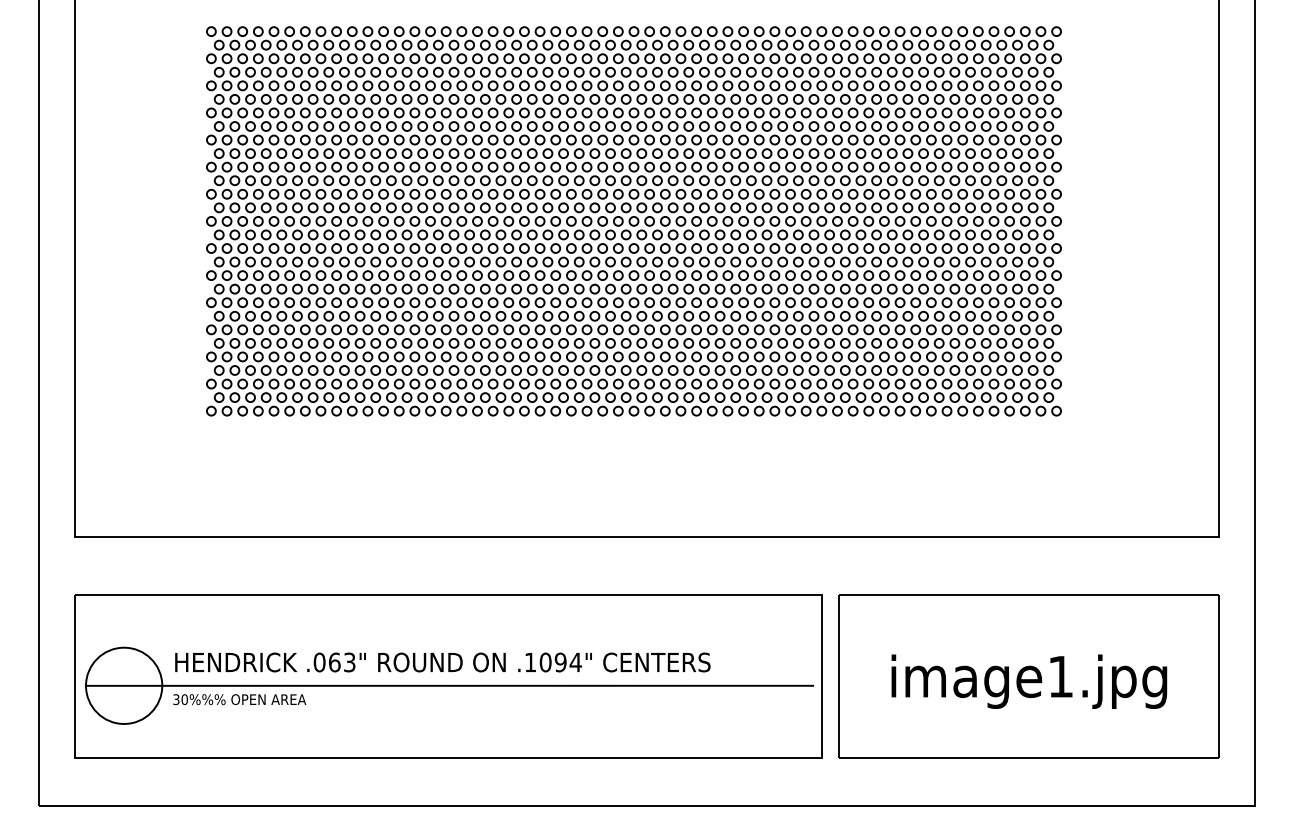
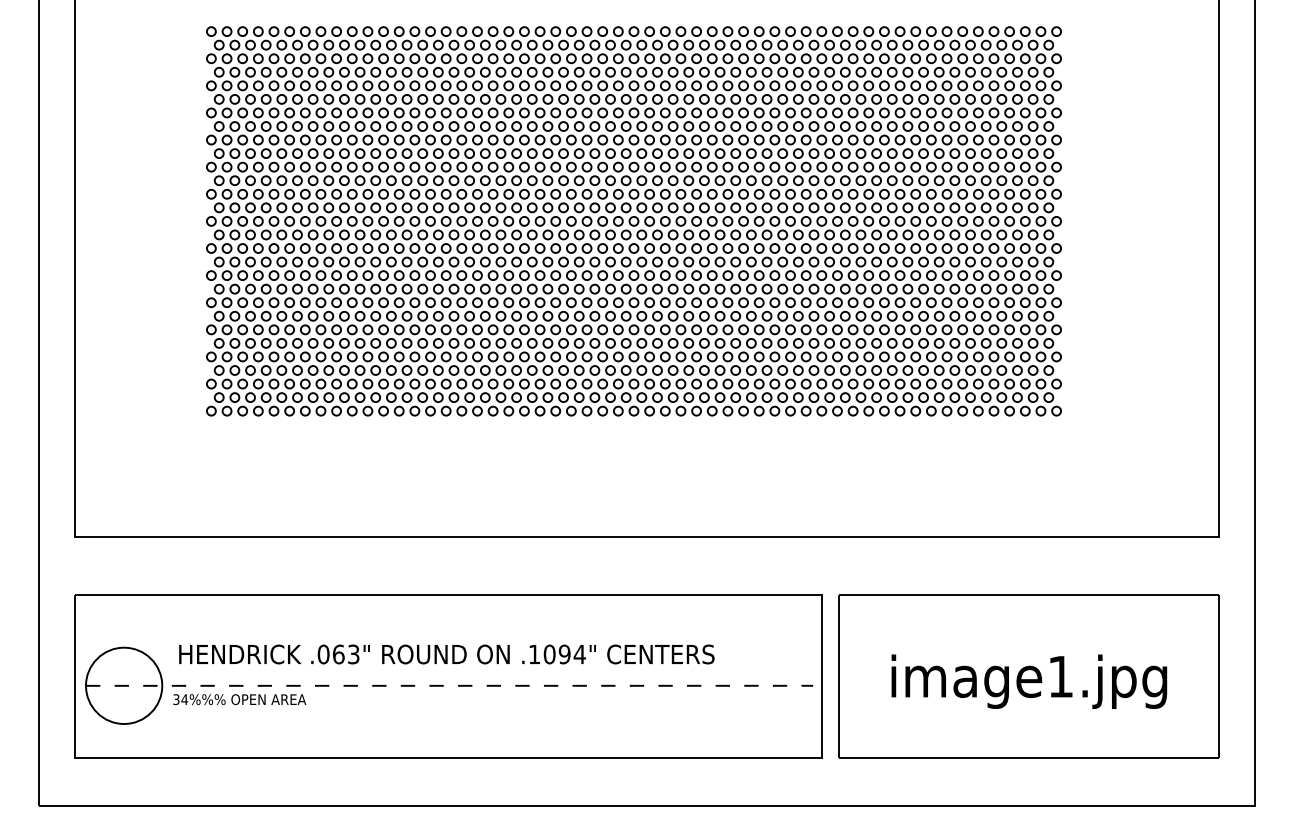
text at (442, 662) position: (442, 662) -> (446, 654)
line at (449, 685): solid -> dashed
text at (184, 699): 30%%% -> 34%%%
